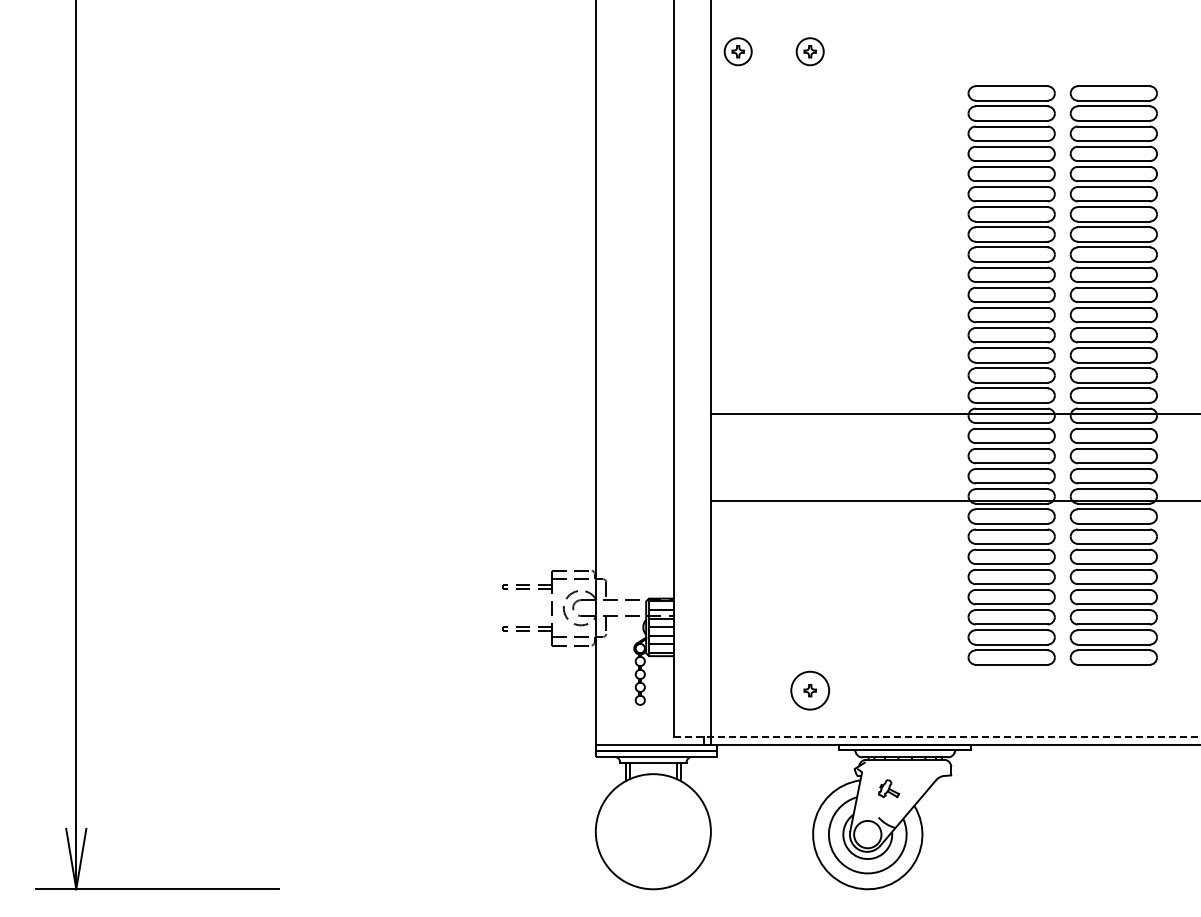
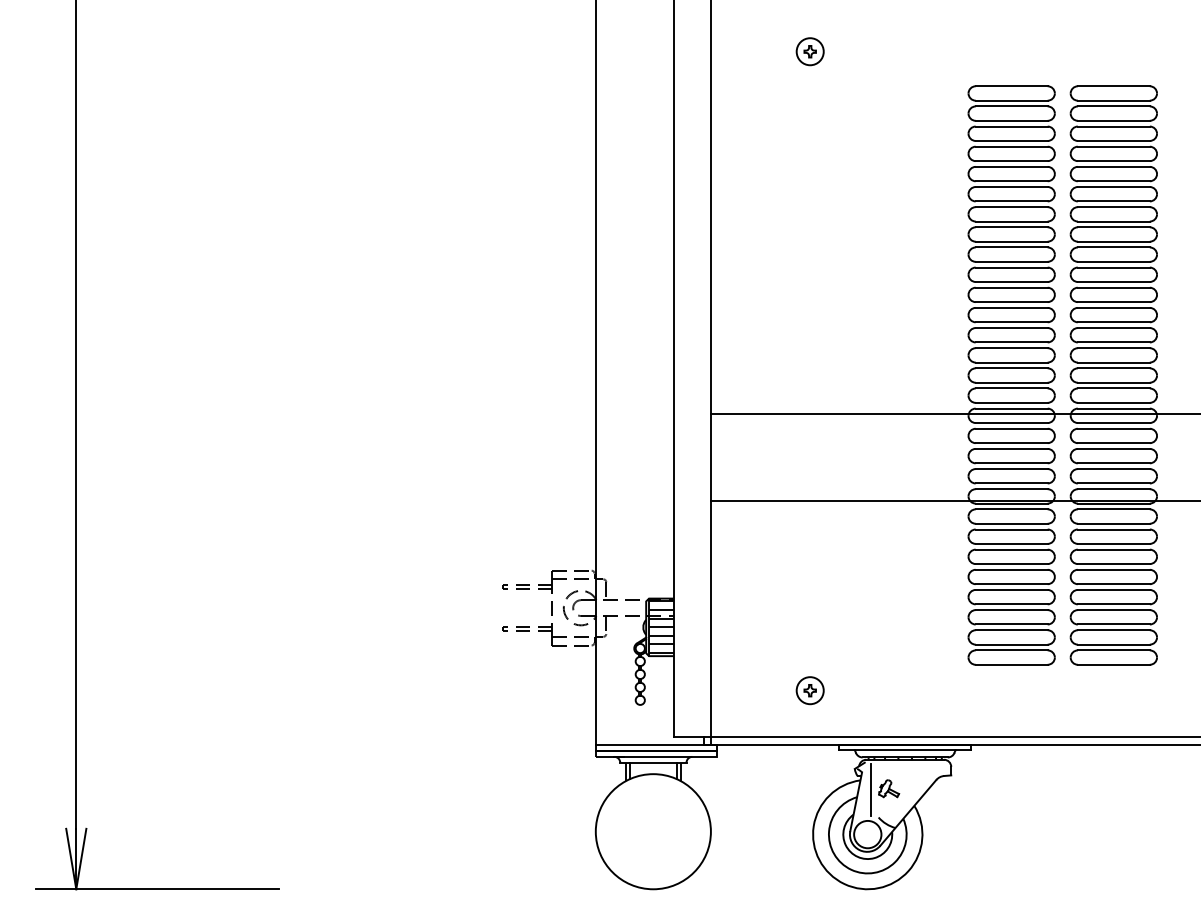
part at (737, 51): present -> none
circle at (810, 690) diameter: 38 px -> 27 px
line at (937, 736): dashed -> solid
line at (870, 790): none -> present
